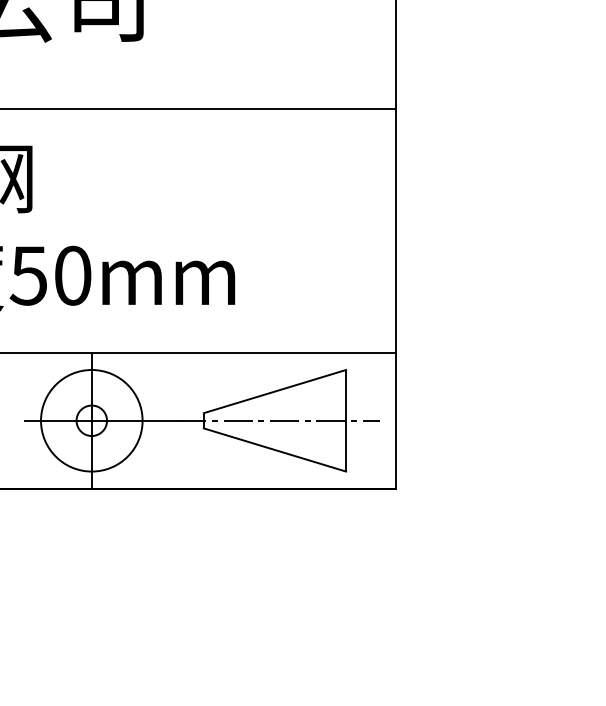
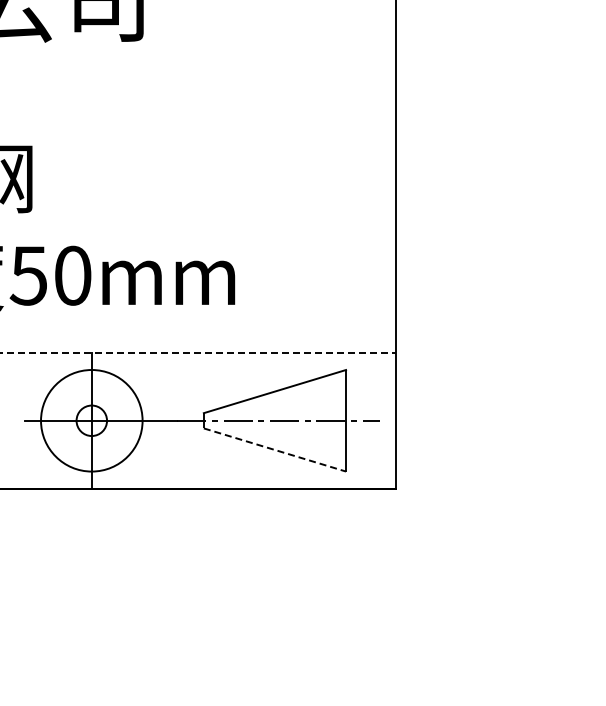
line at (198, 109): present -> none
line at (198, 352): solid -> dashed
line at (275, 450): solid -> dashed
